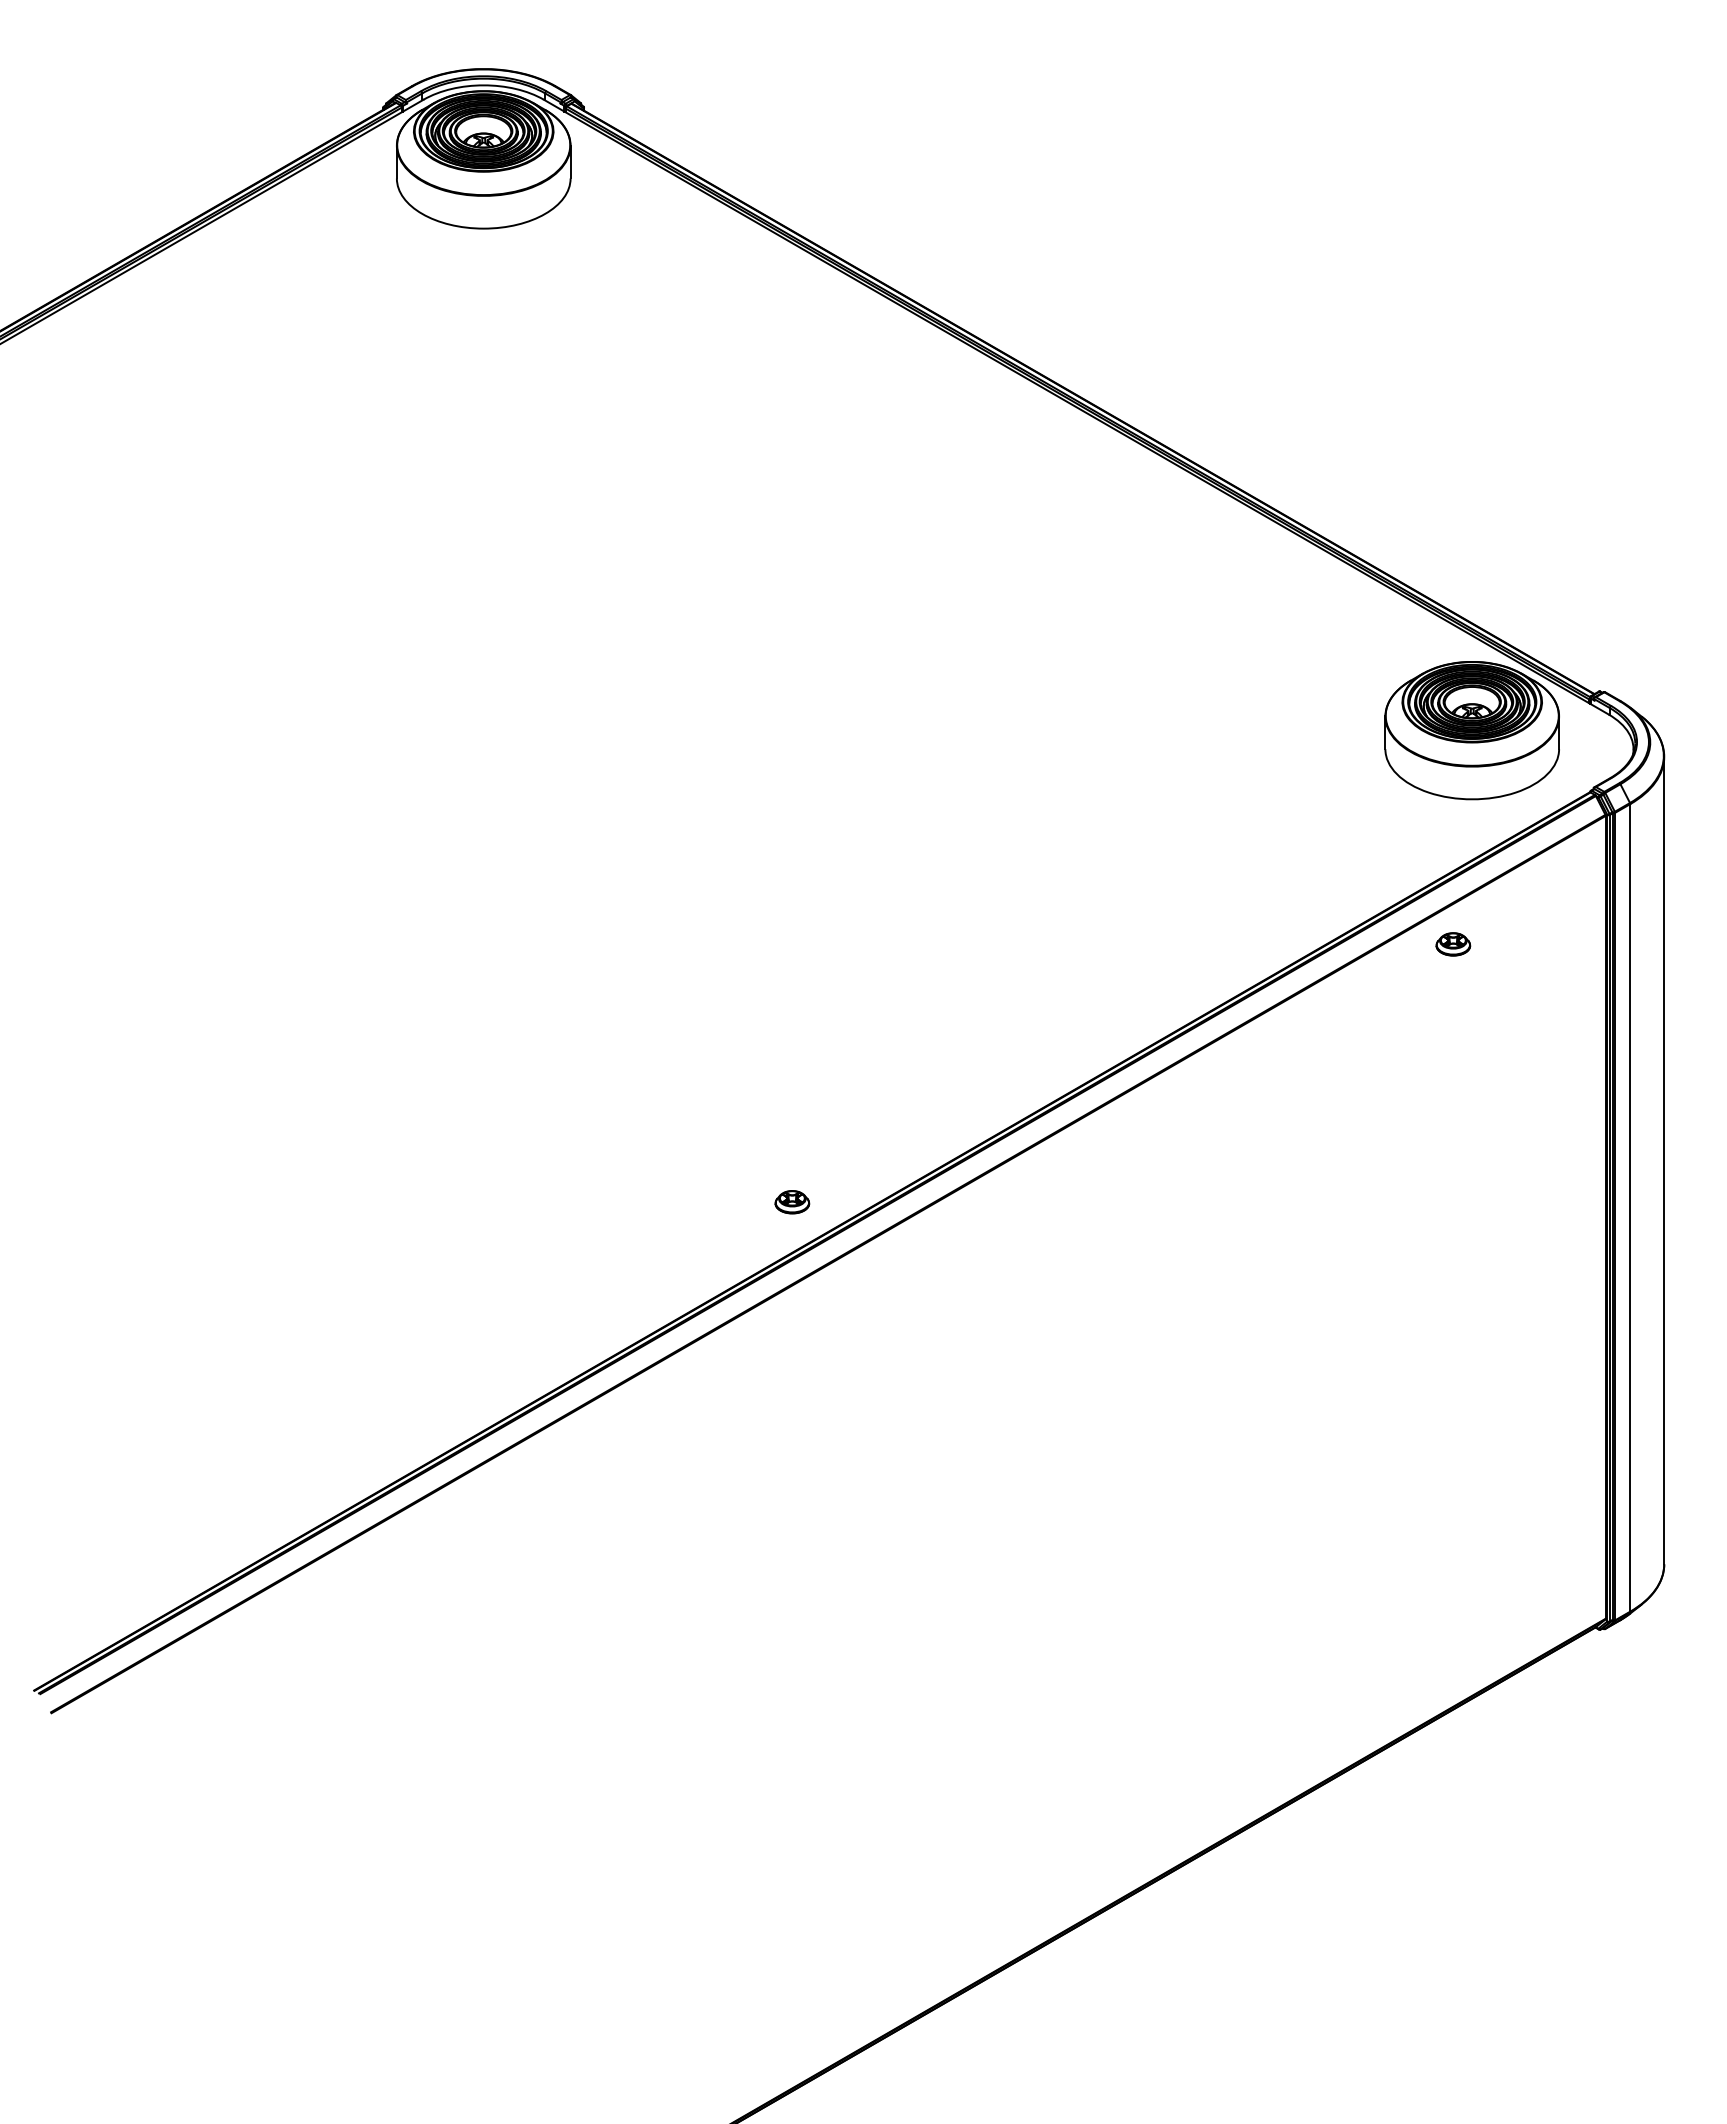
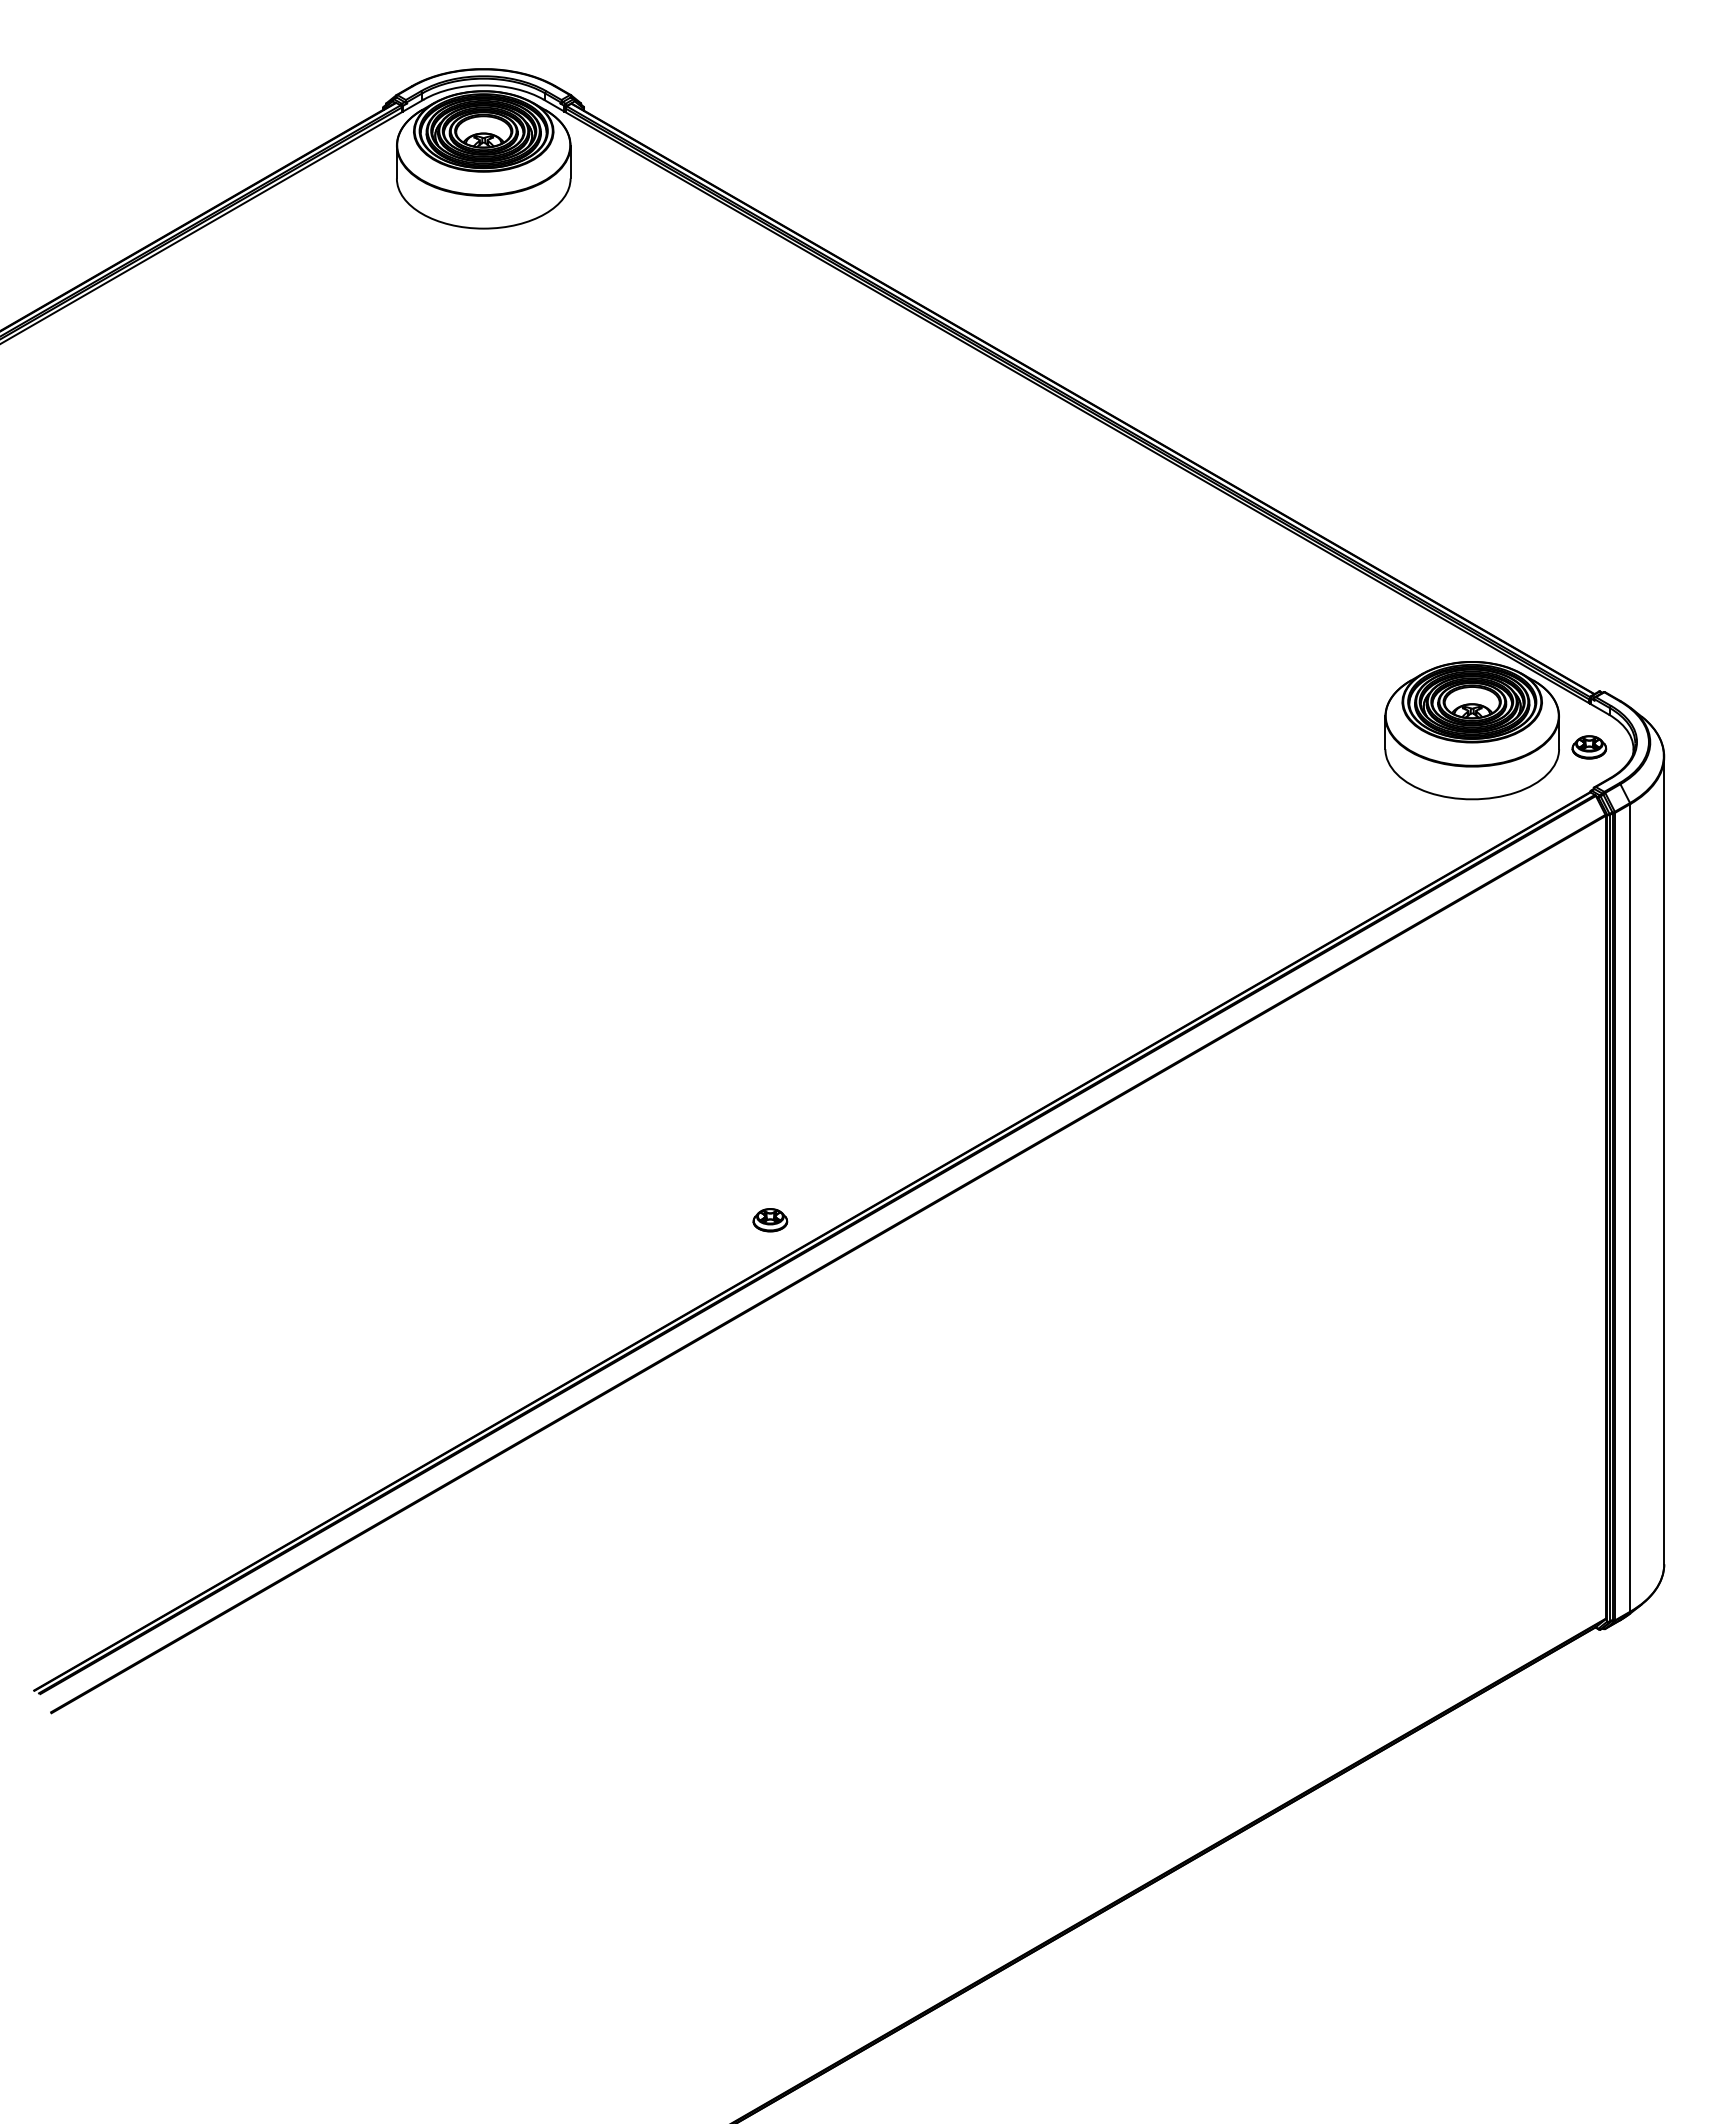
part at (1453, 944) position: (1453, 944) -> (1589, 747)
part at (792, 1202) position: (792, 1202) -> (770, 1220)
